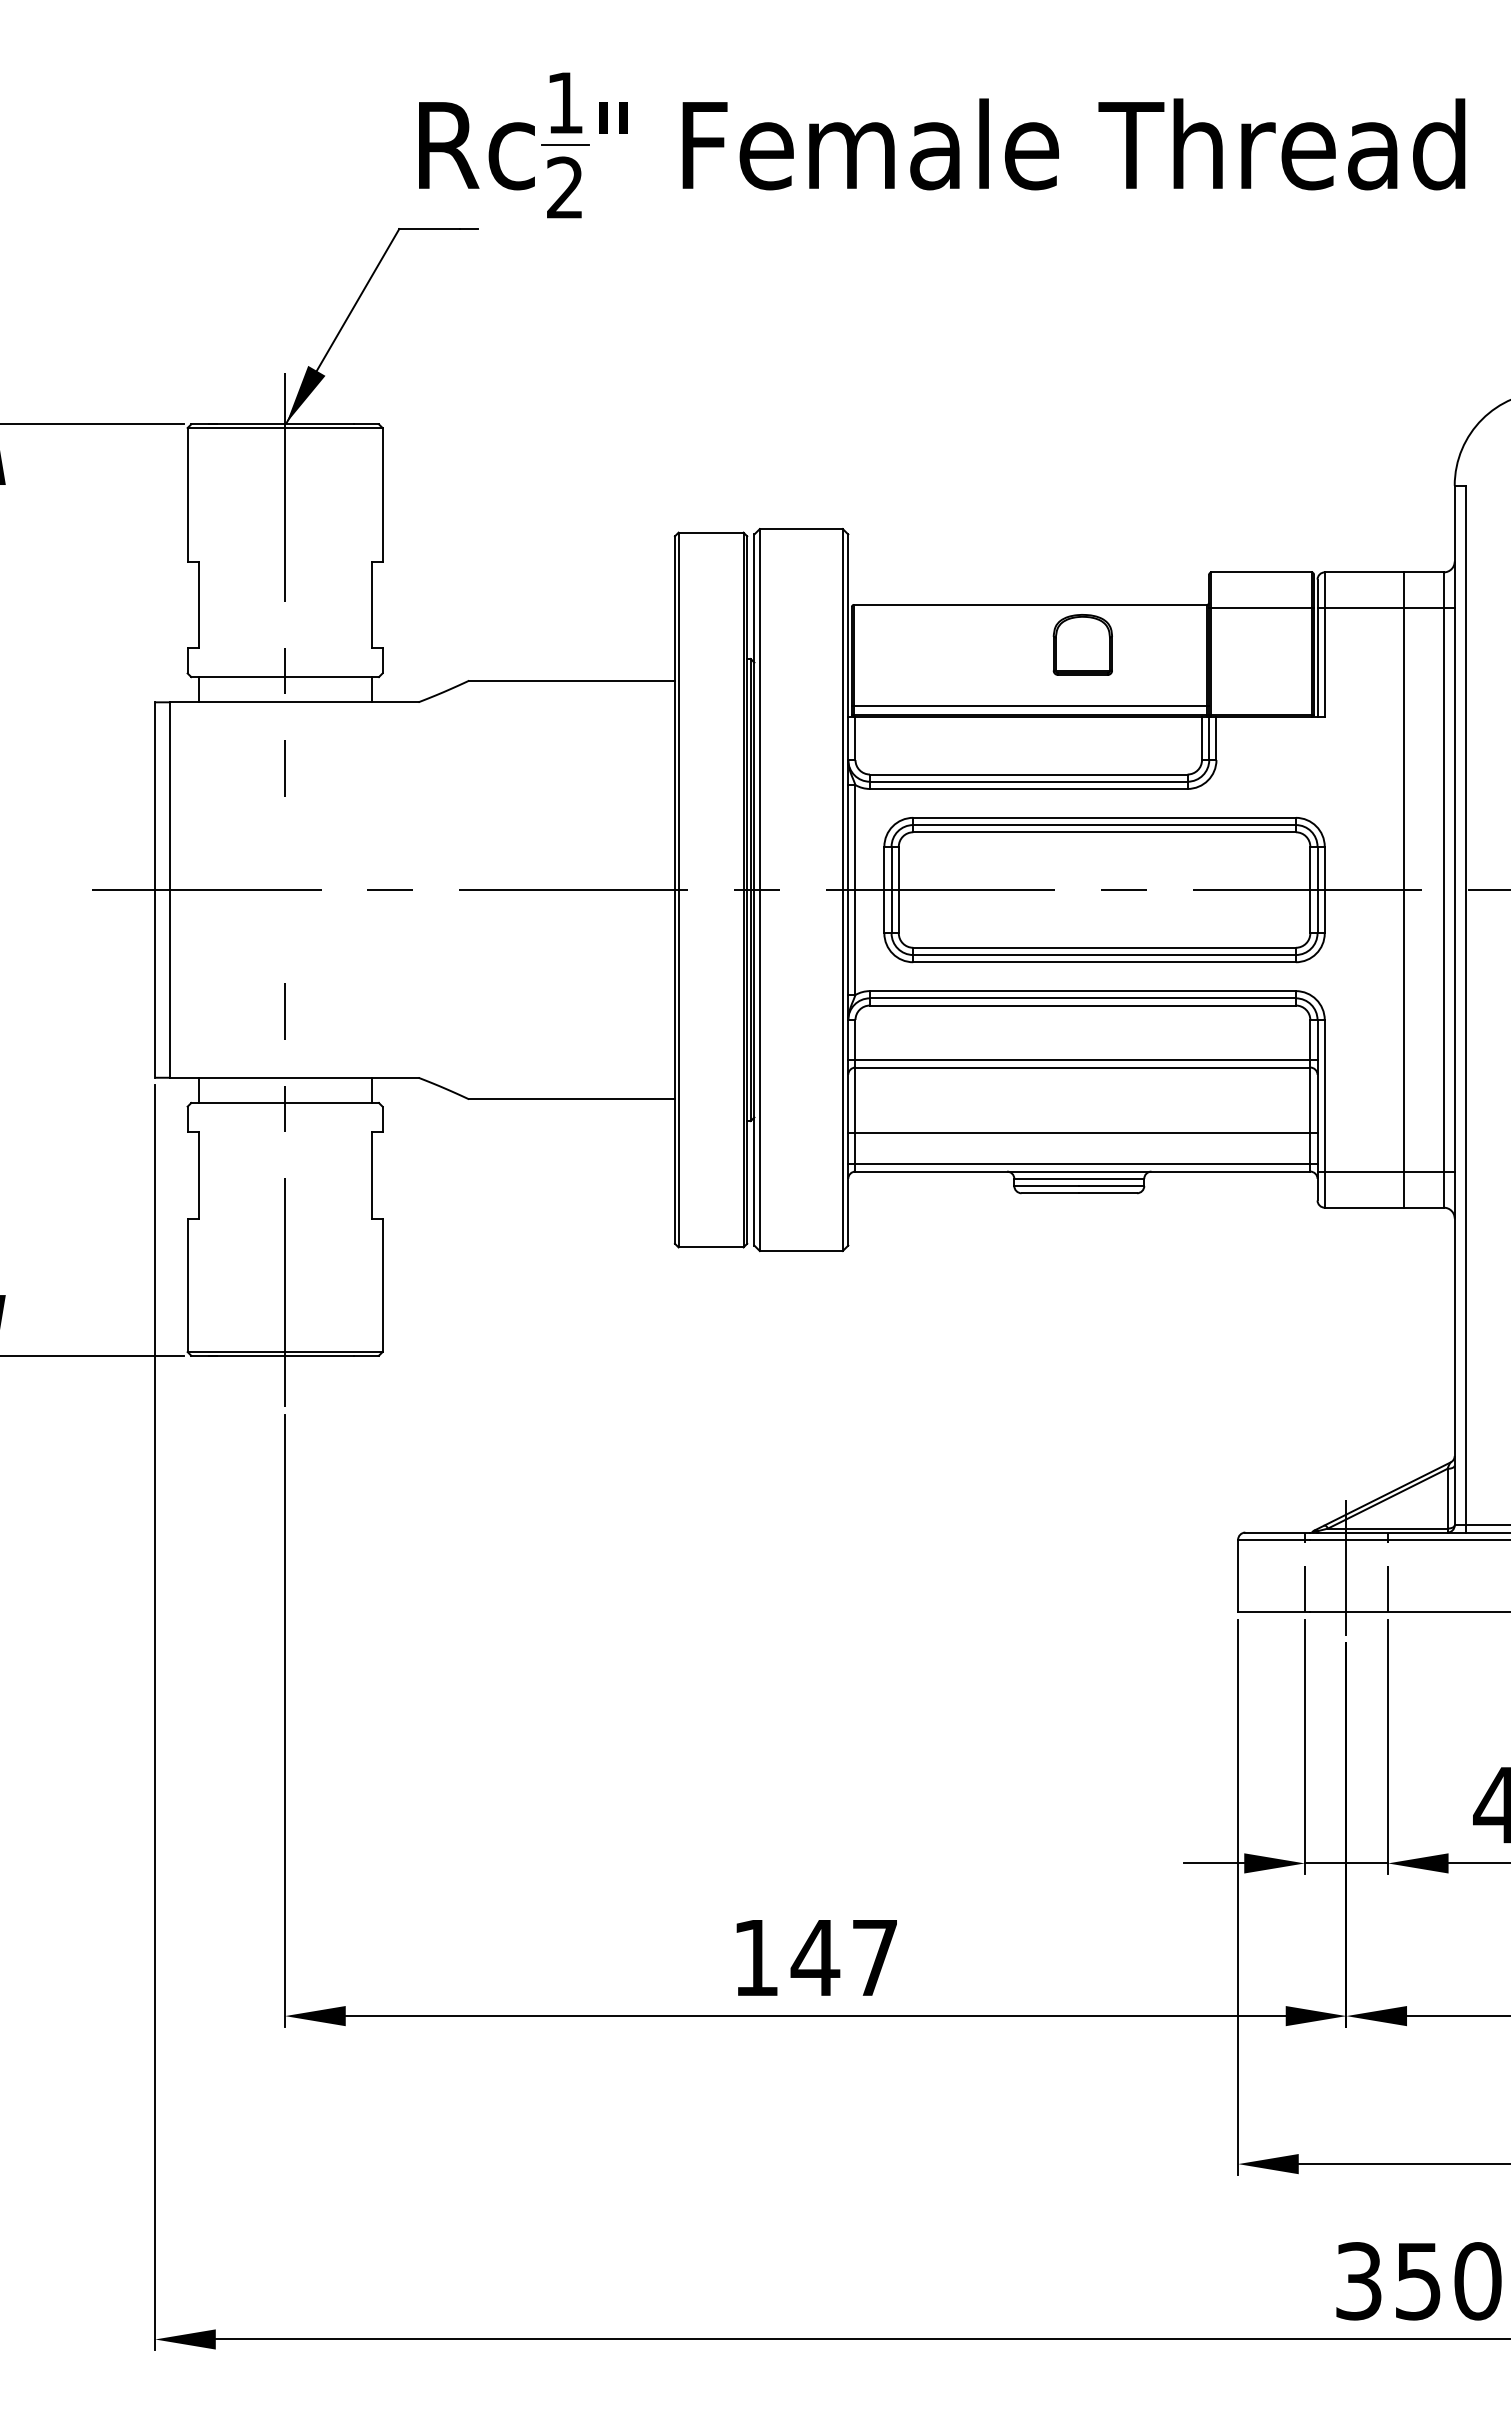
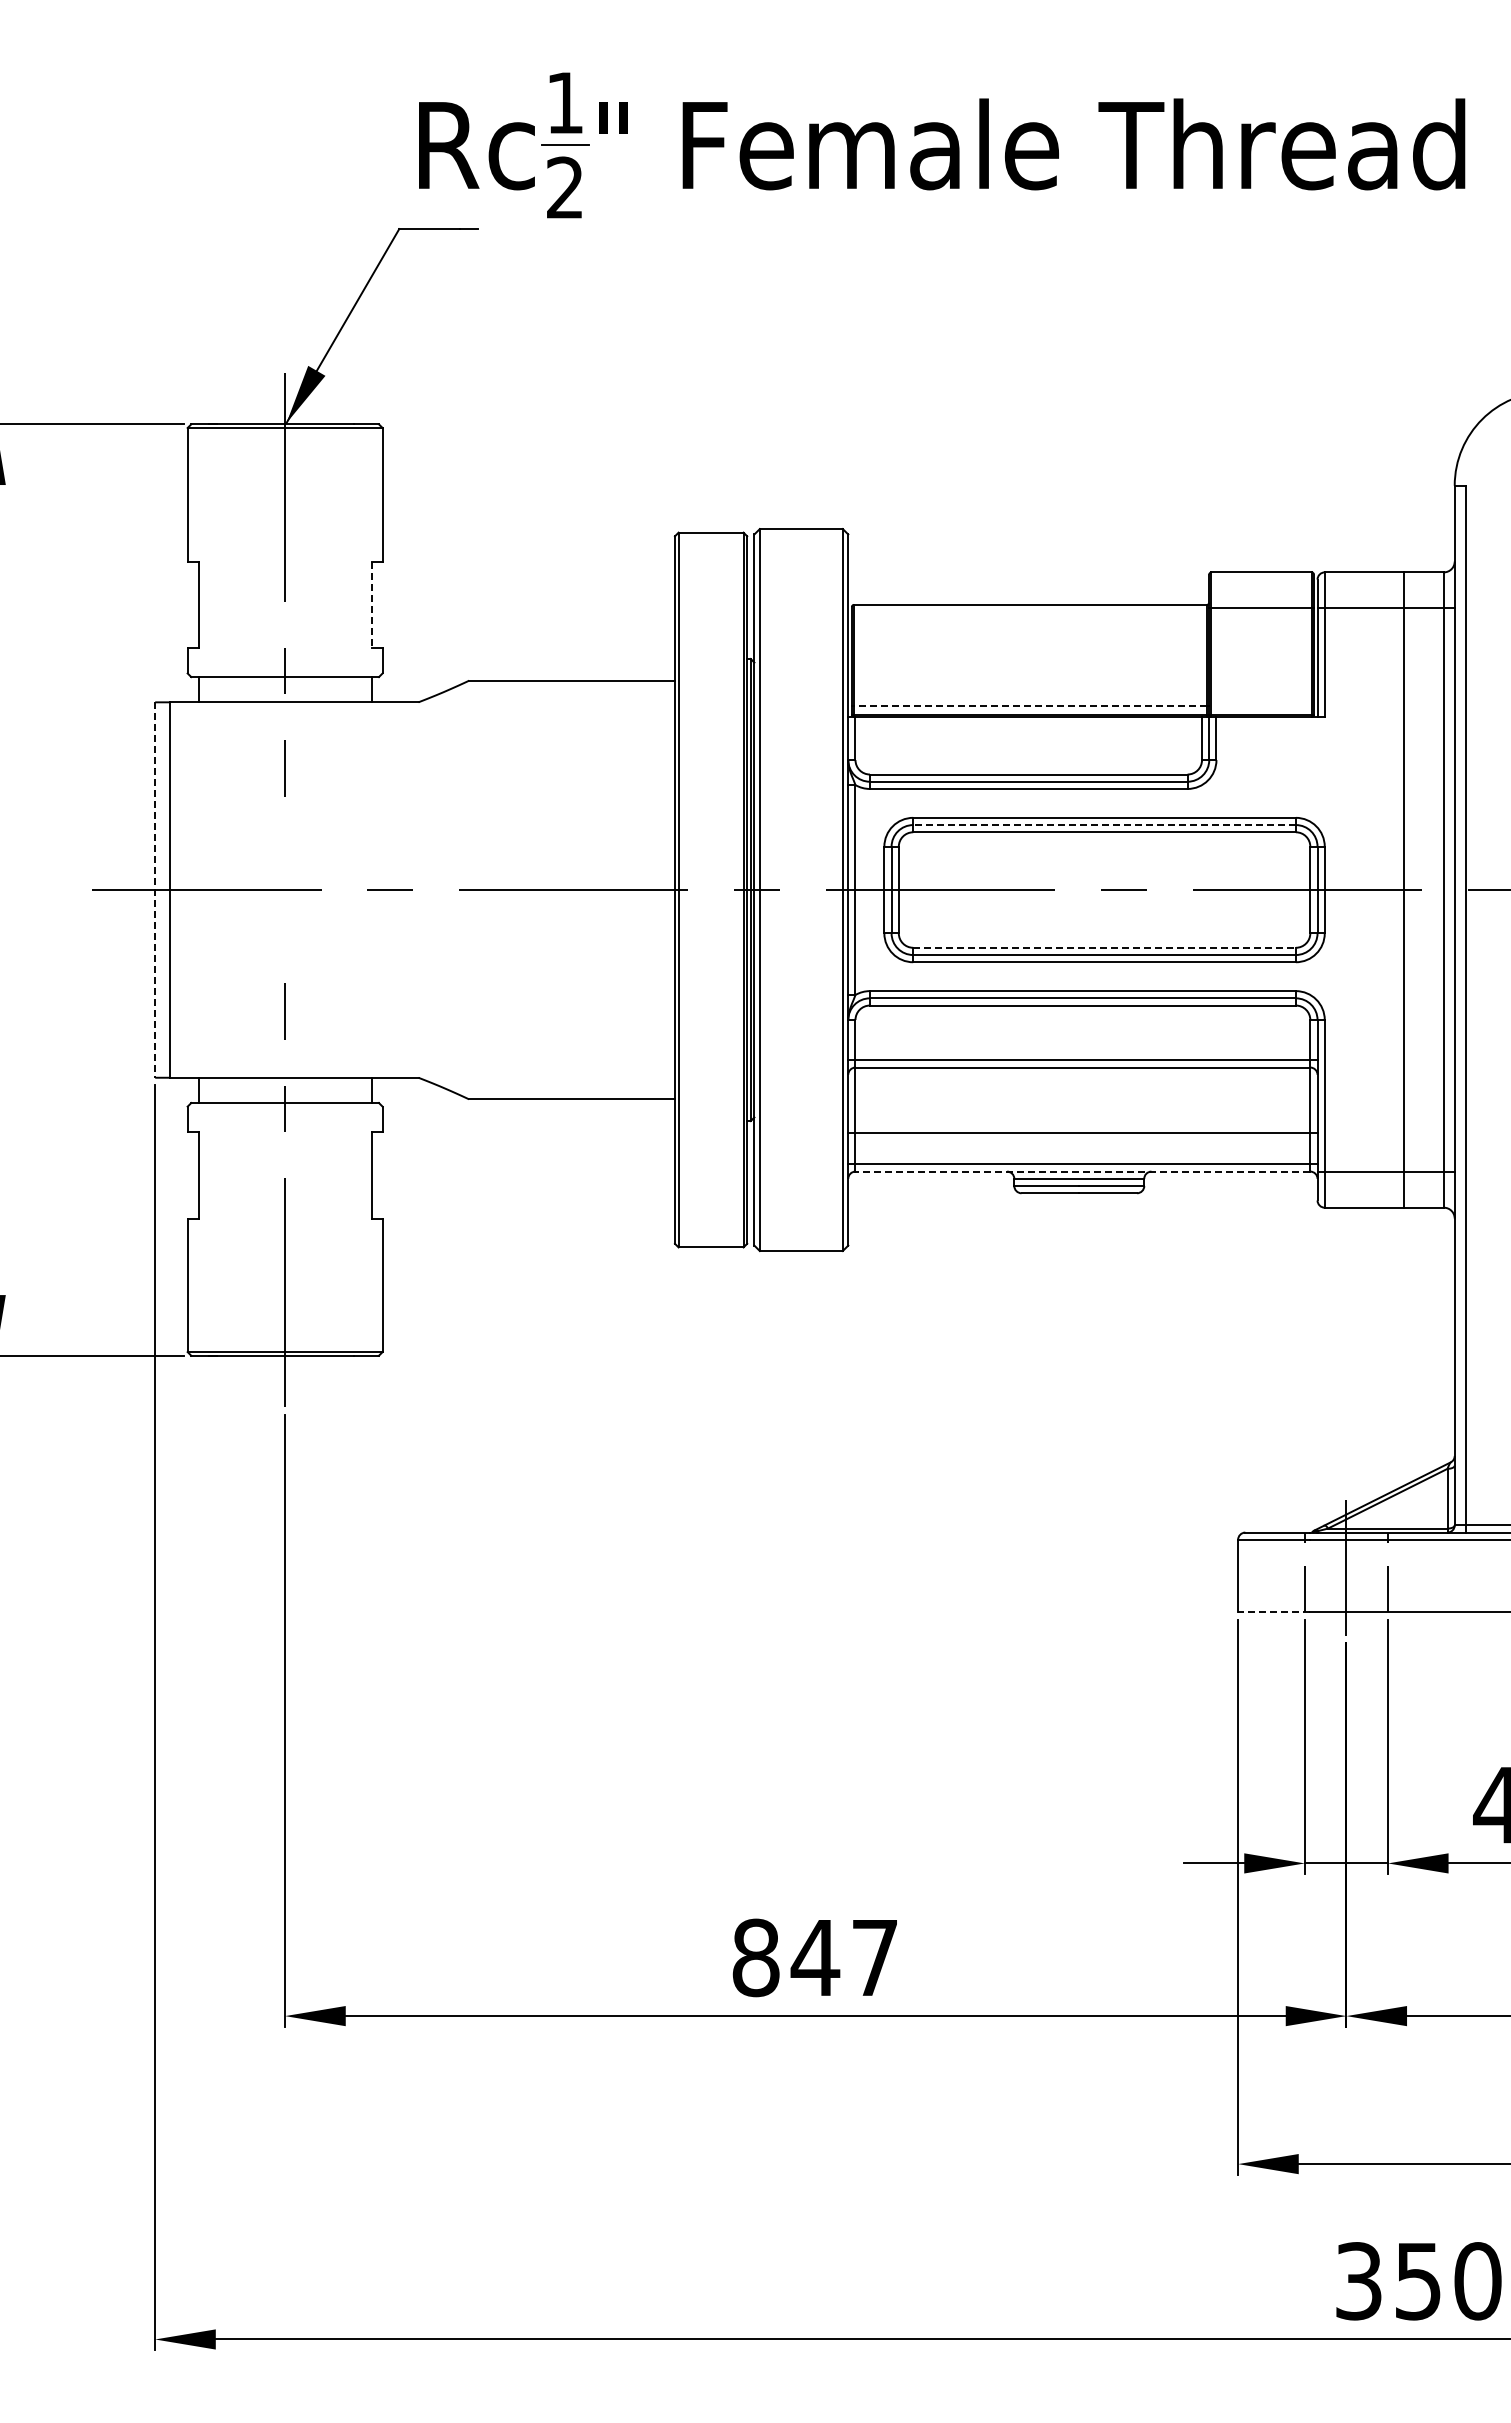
line at (371, 605): solid -> dashed
part at (1082, 644): present -> none
line at (1030, 705): solid -> dashed
line at (1104, 825): solid -> dashed
line at (155, 890): solid -> dashed
line at (1105, 947): solid -> dashed
line at (1082, 1171): solid -> dashed
line at (1273, 1612): solid -> dashed
text at (755, 1957): 147 -> 847
